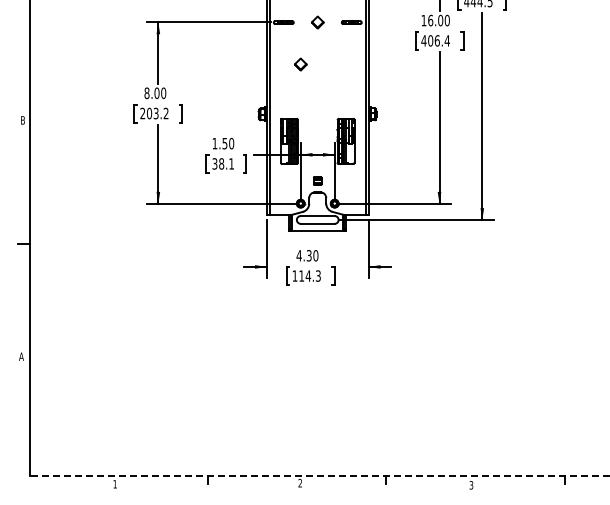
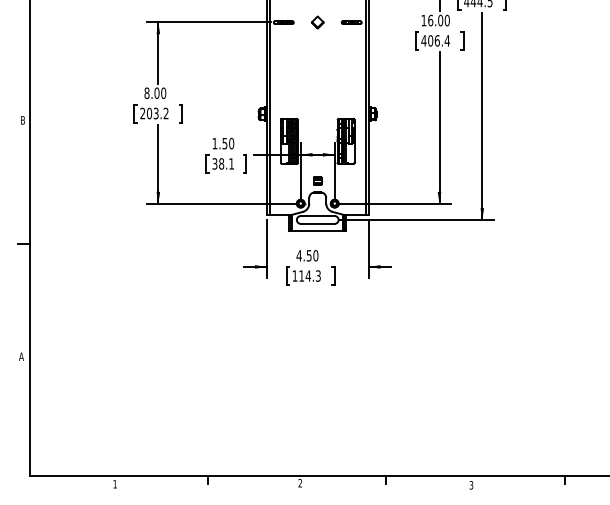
part at (300, 64): present -> none
text at (309, 254): 4.30 -> 4.50
line at (319, 476): dashed -> solid
